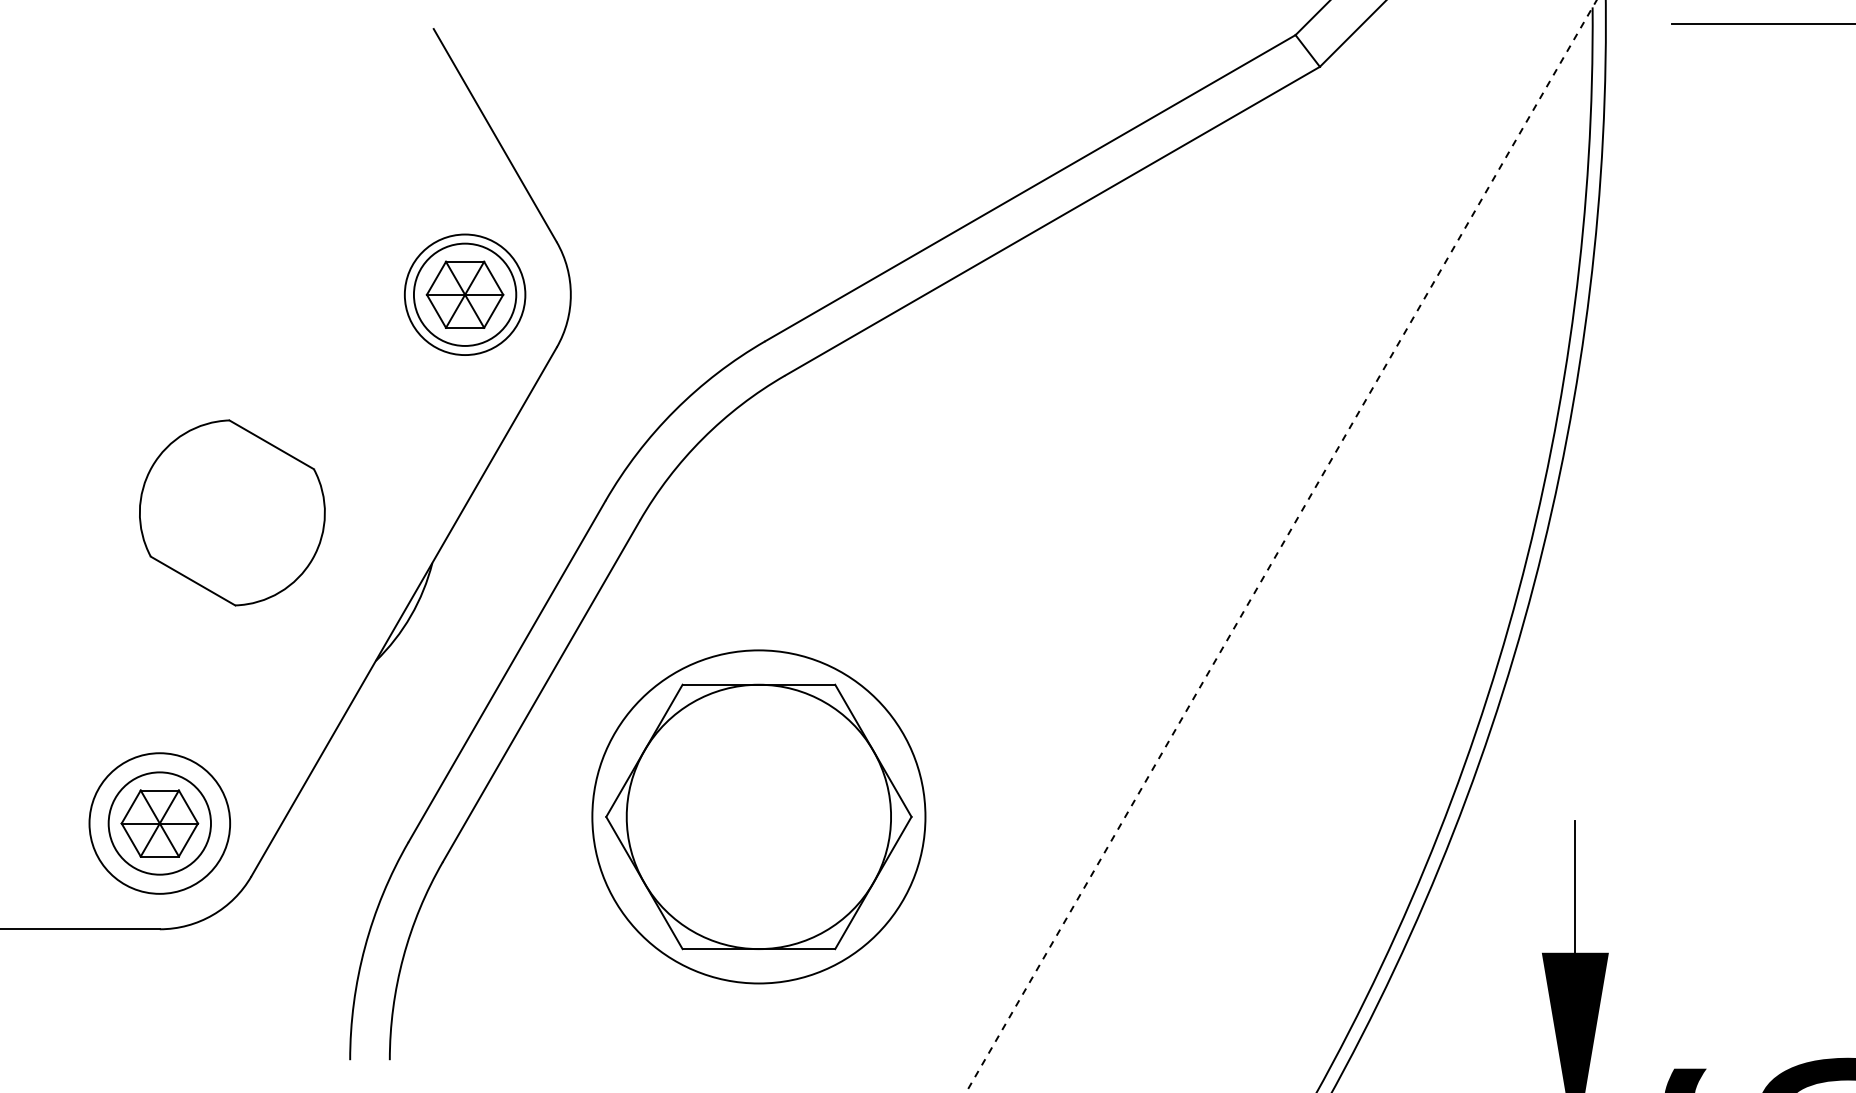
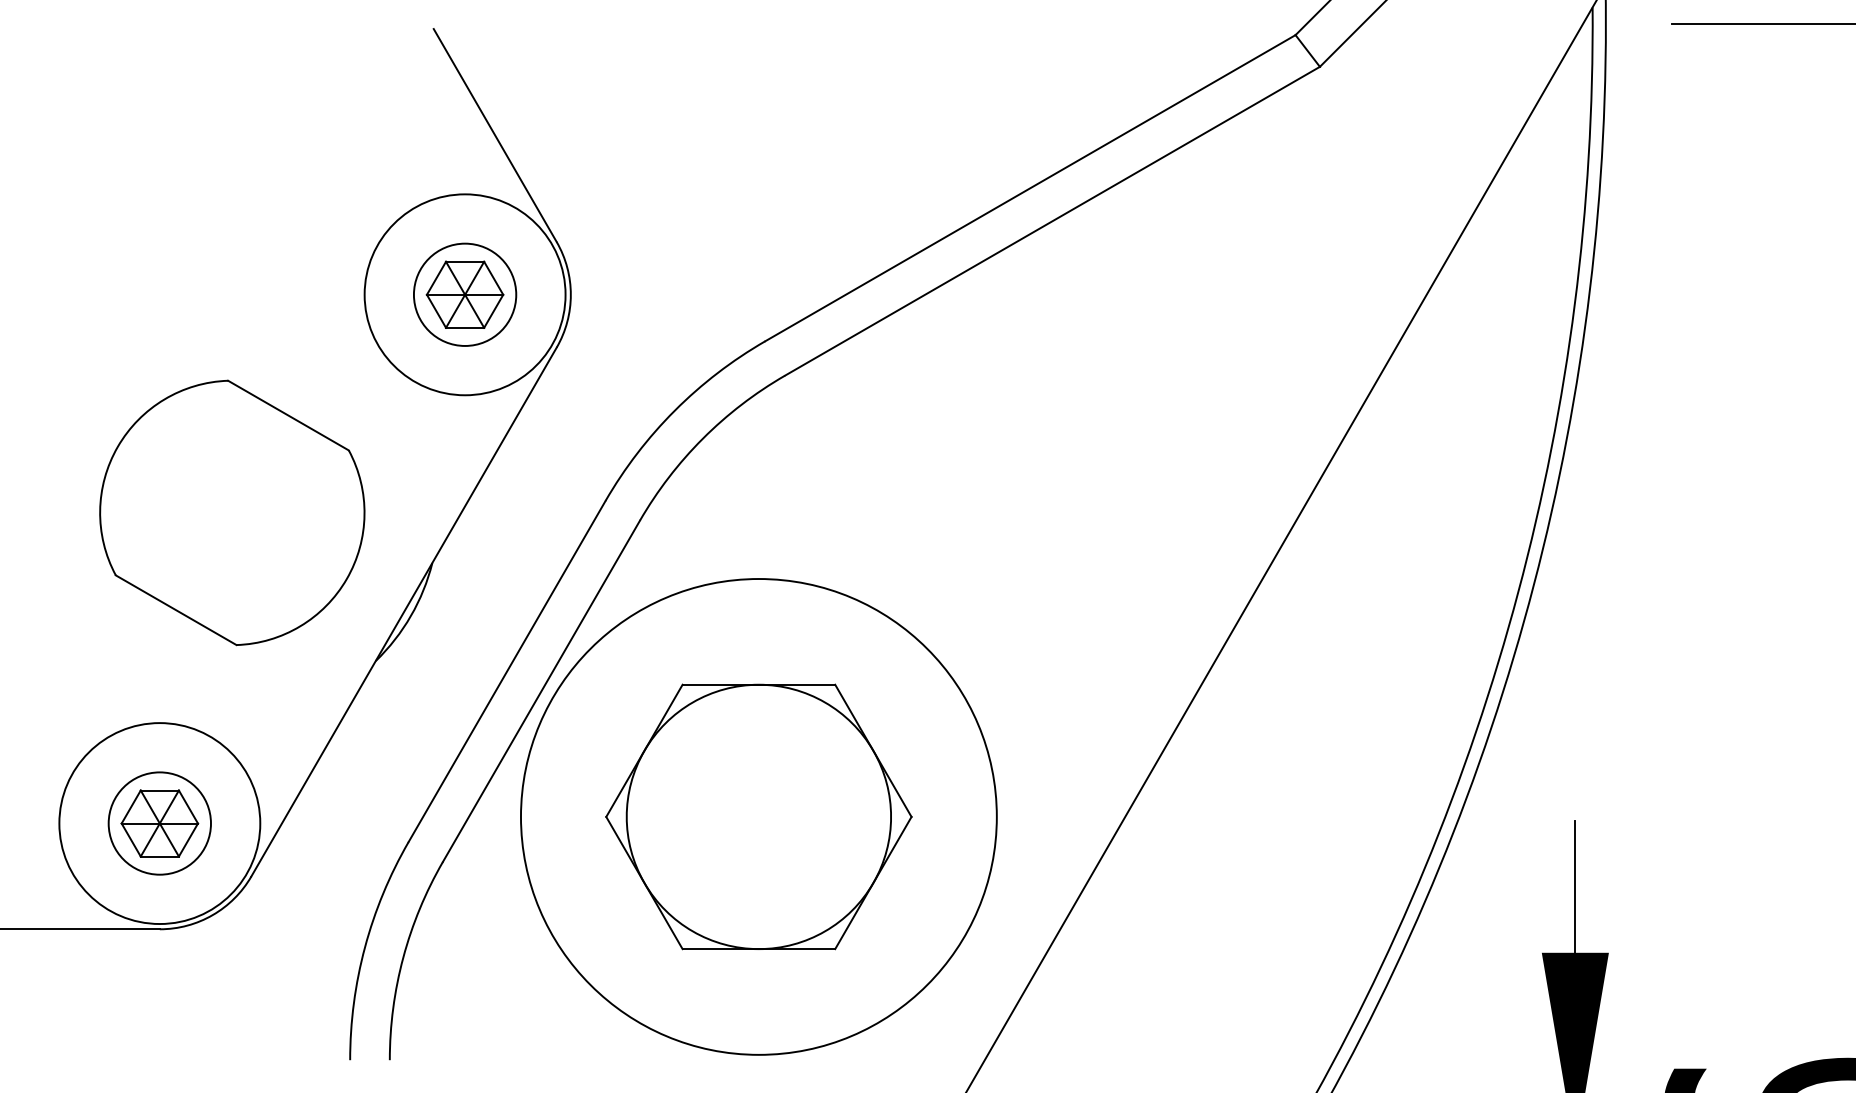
circle at (464, 294) diameter: 121 px -> 201 px
part at (232, 512) size: 187x188 px -> 267x268 px
line at (1281, 547): dashed -> solid
circle at (758, 816) diameter: 333 px -> 476 px
circle at (159, 823) diameter: 141 px -> 201 px
